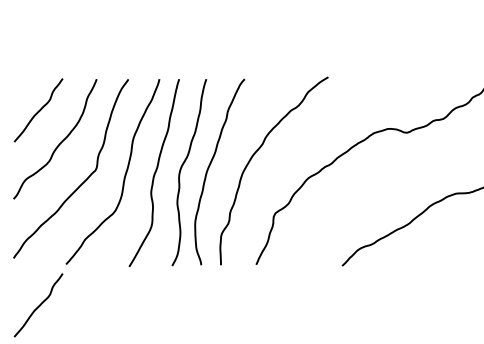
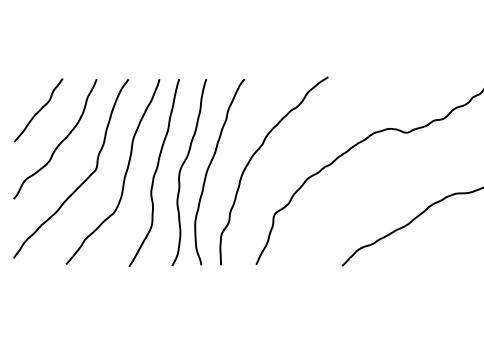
curve at (38, 305): present -> none
